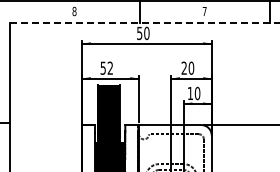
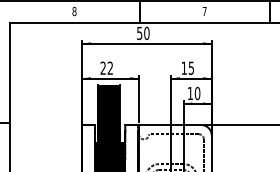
line at (144, 22): dashed -> solid
text at (102, 67): 52 -> 22
text at (187, 67): 20 -> 15
